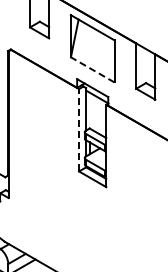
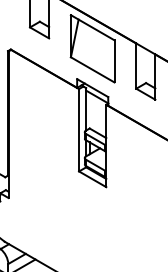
line at (92, 69): dashed -> solid
line at (79, 129): dashed -> solid
